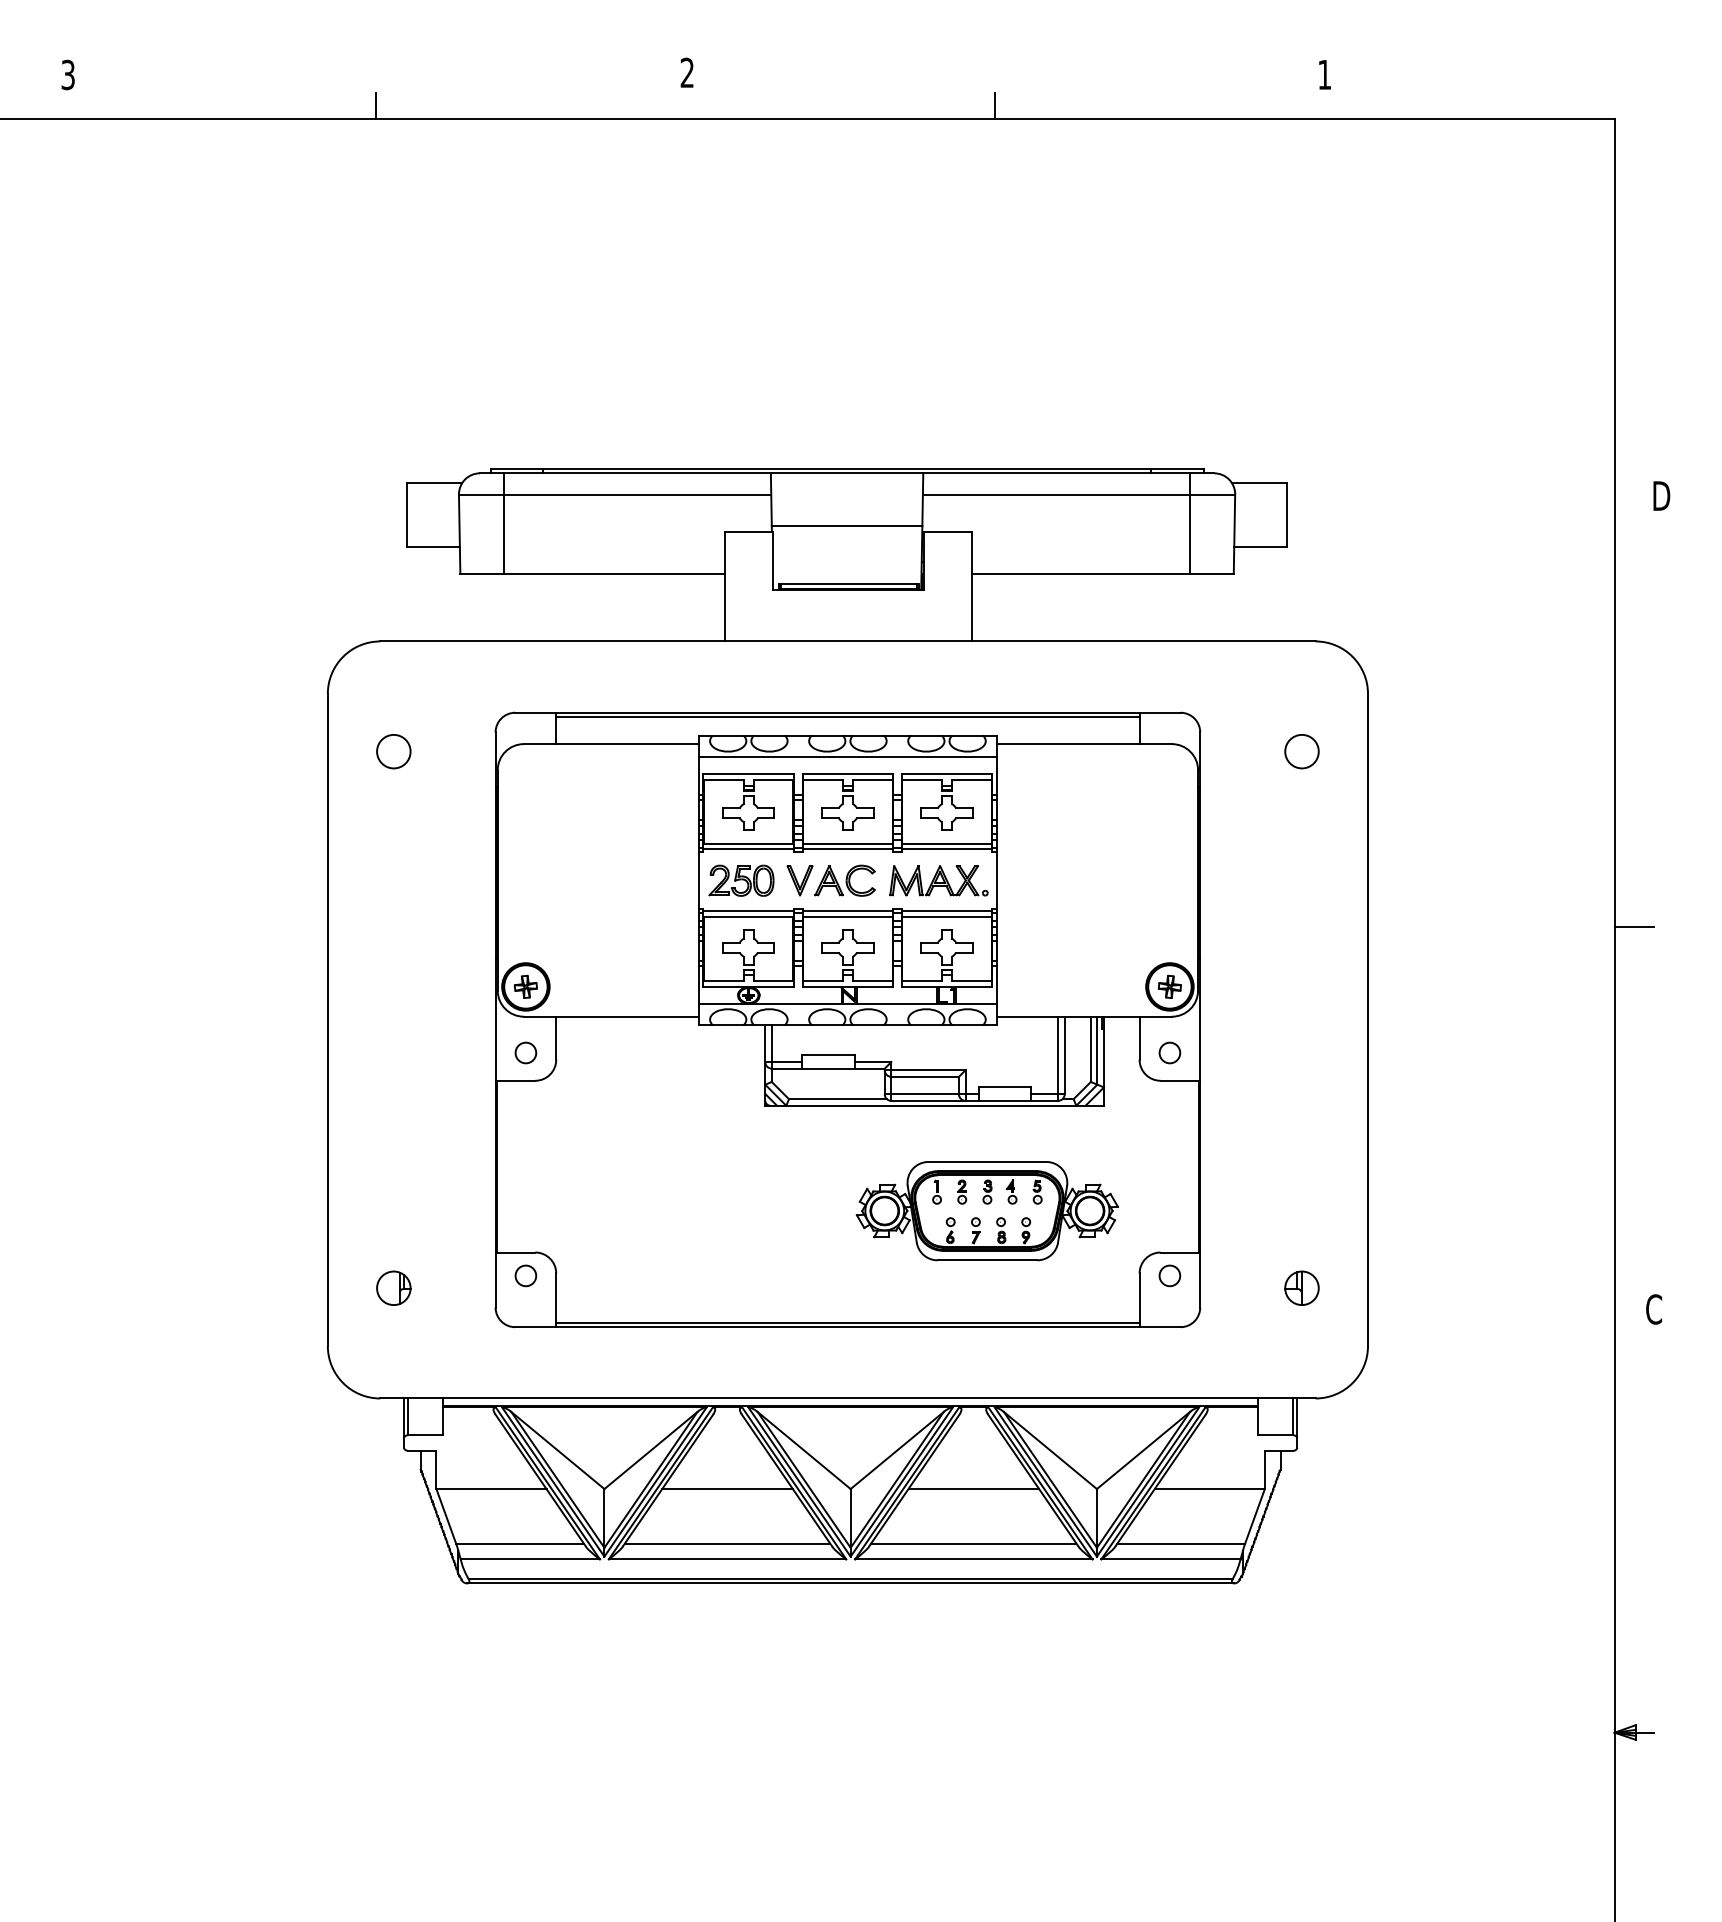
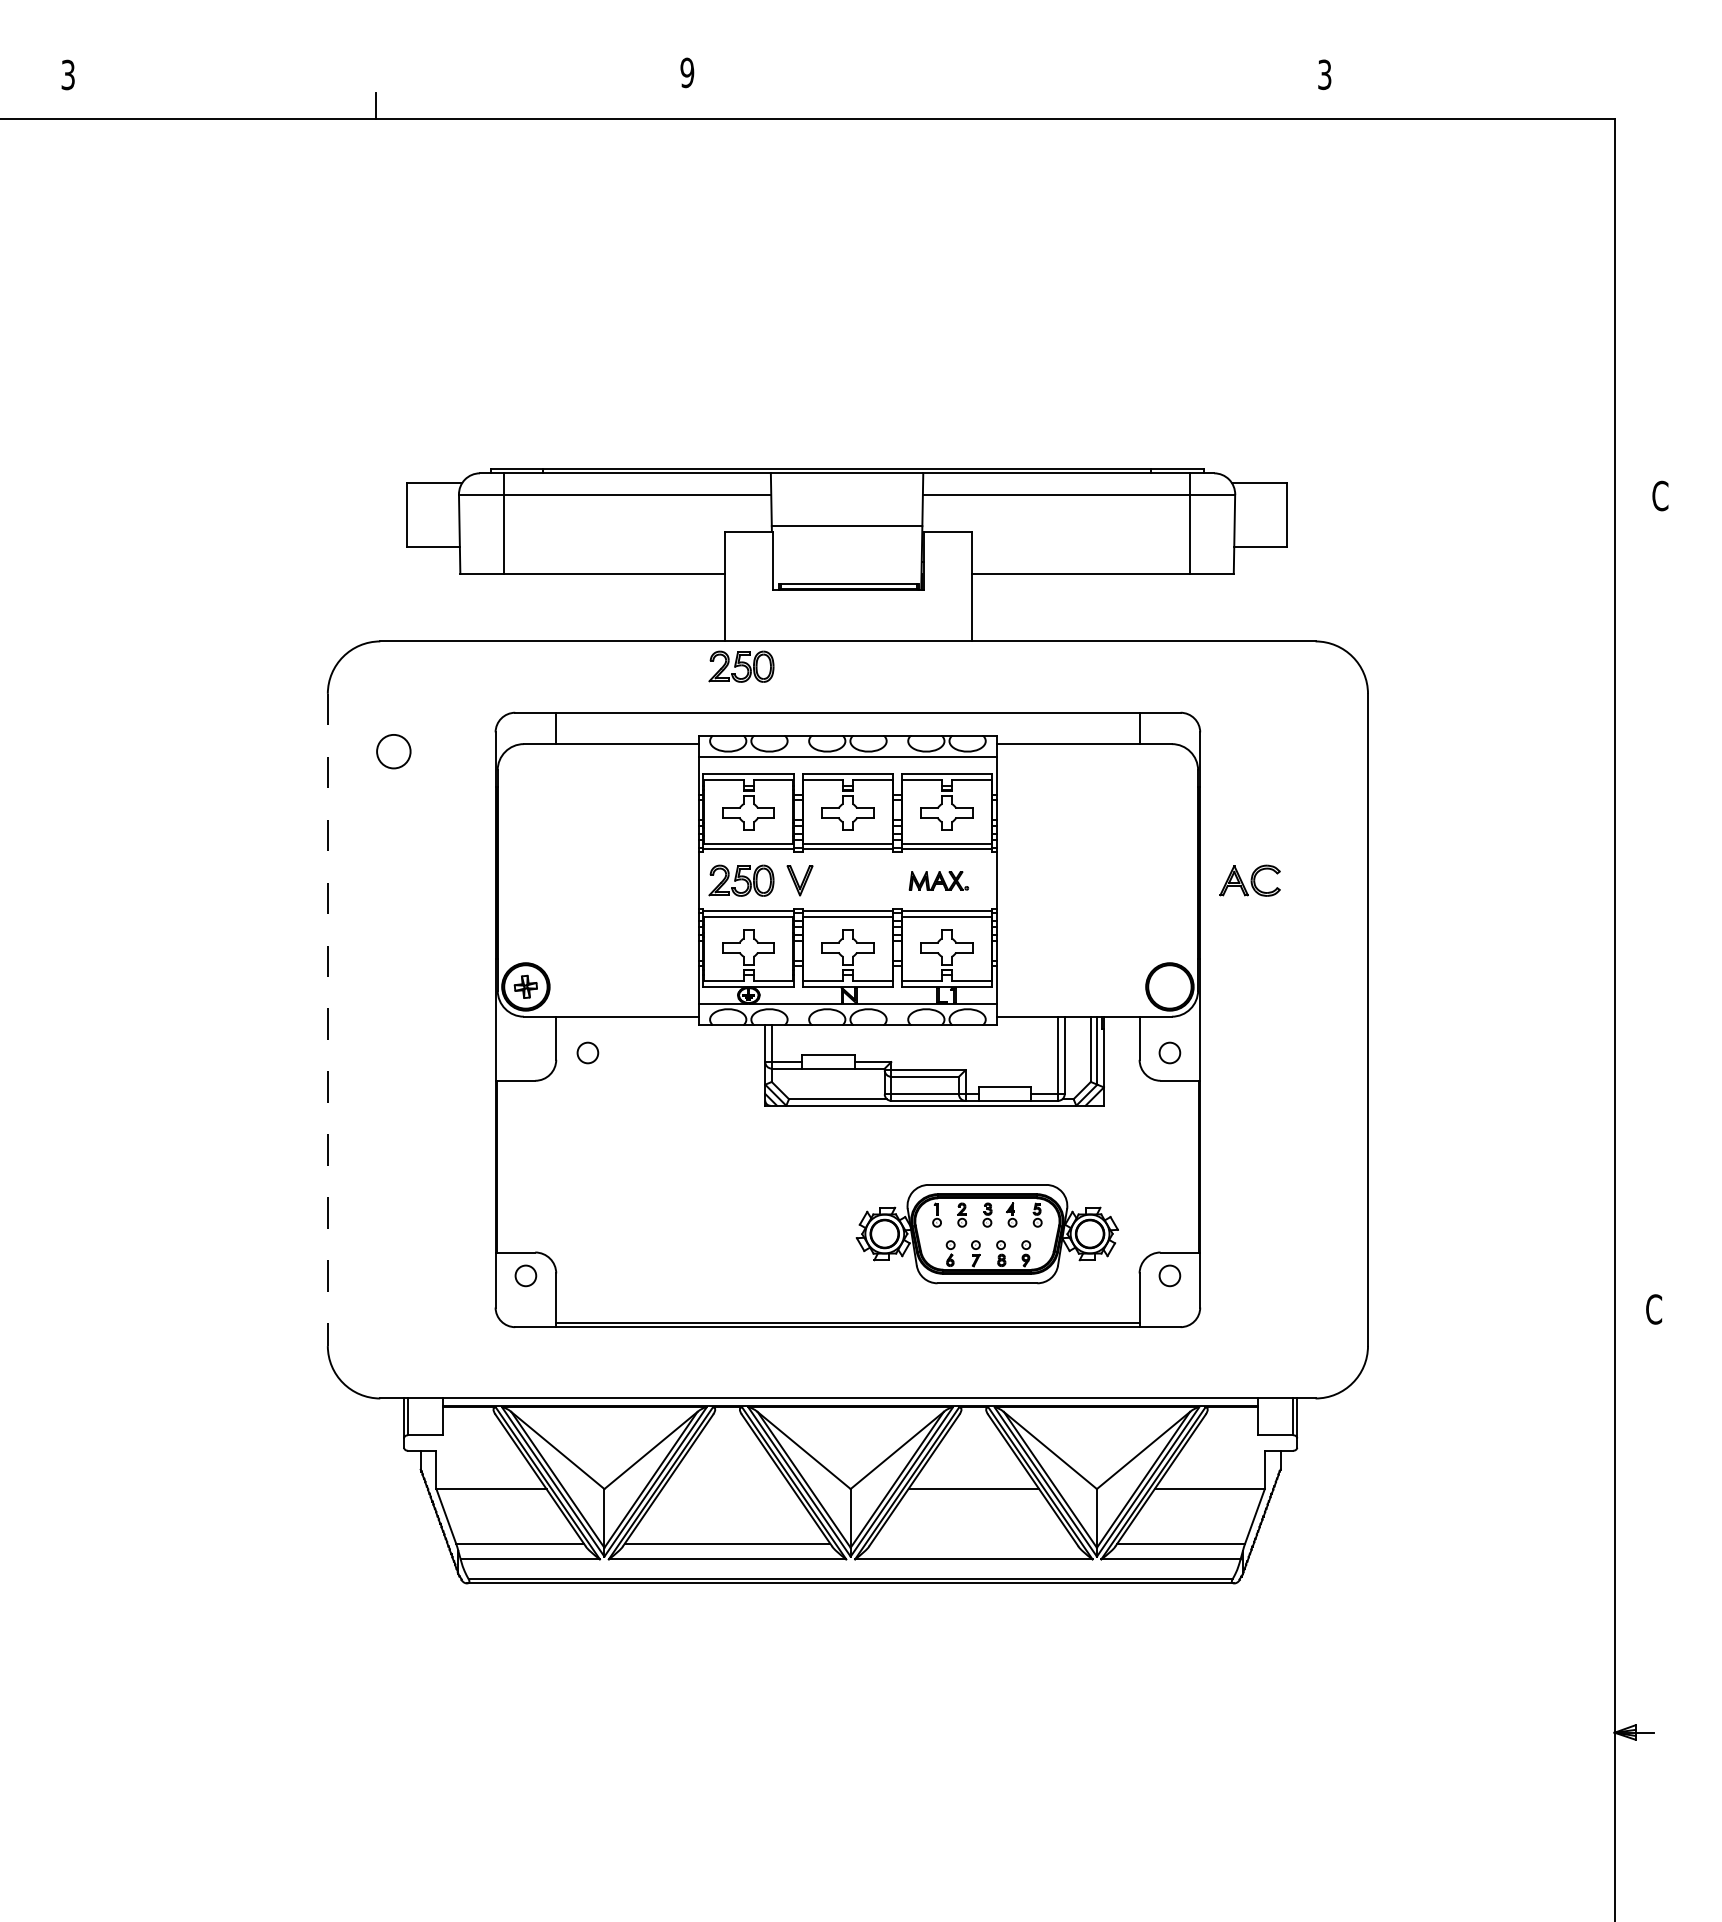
text at (687, 72): 2 -> 9
text at (1324, 74): 1 -> 3
line at (995, 105): present -> none
text at (1661, 495): D -> C
part at (741, 666): none -> present
line at (847, 716): present -> none
circle at (1301, 751): present -> none
part at (844, 880) position: (844, 880) -> (1249, 880)
part at (938, 880) size: 100x32 px -> 62x20 px
line at (1634, 926): present -> none
part at (1169, 986): present -> none
line at (327, 1020): solid -> dashed
circle at (525, 1052) position: (525, 1052) -> (587, 1052)
part at (986, 1211) position: (986, 1211) -> (986, 1234)
part at (393, 1287): present -> none
part at (1301, 1287): present -> none
line at (727, 1489): present -> none
line at (973, 1543): present -> none
